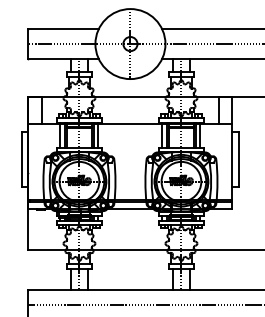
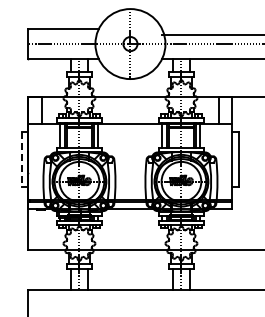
line at (211, 28) position: (211, 28) -> (211, 34)
line at (21, 160): solid -> dashed
line at (144, 304): present -> none
